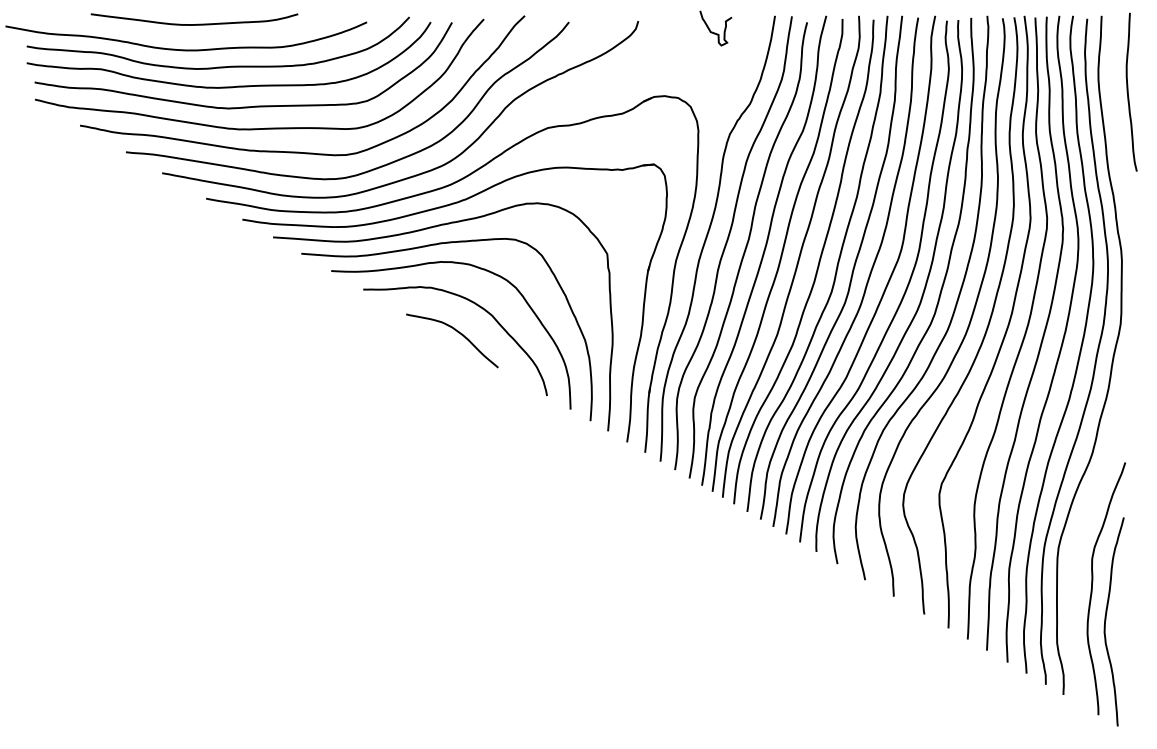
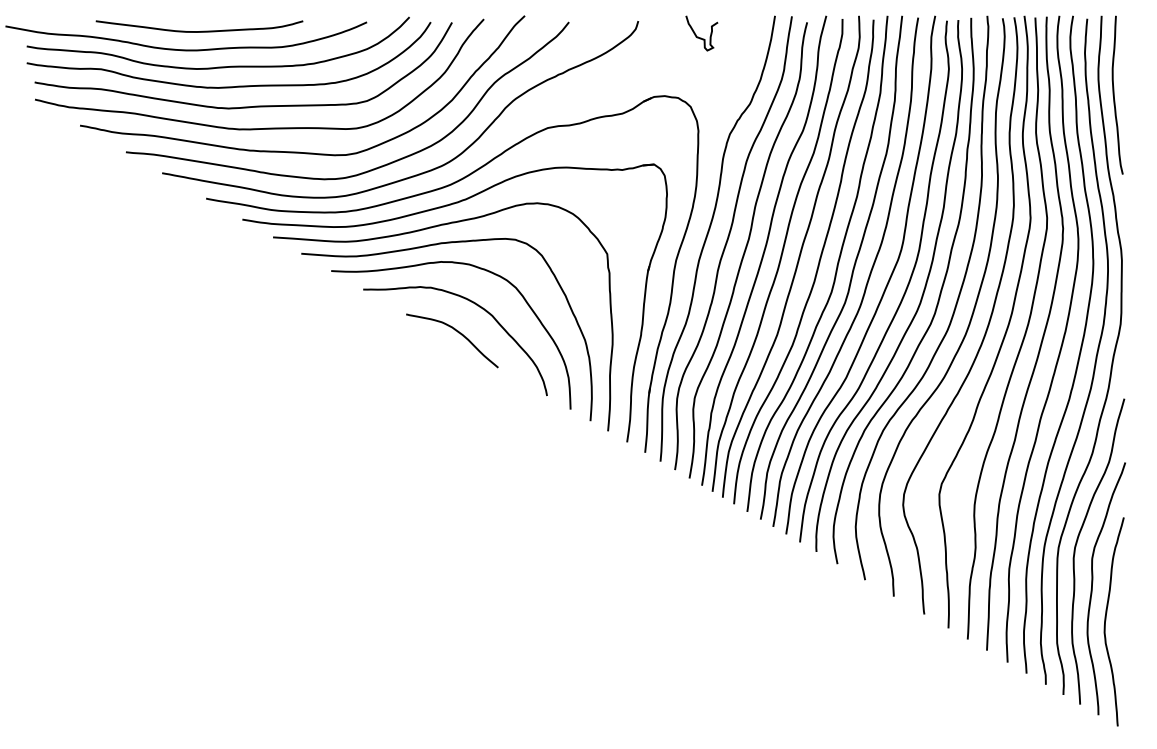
curve at (197, 23) position: (197, 23) -> (202, 30)
curve at (715, 32) position: (715, 32) -> (701, 37)
curve at (1128, 91) position: (1128, 91) -> (1114, 94)
curve at (1076, 547): none -> present
